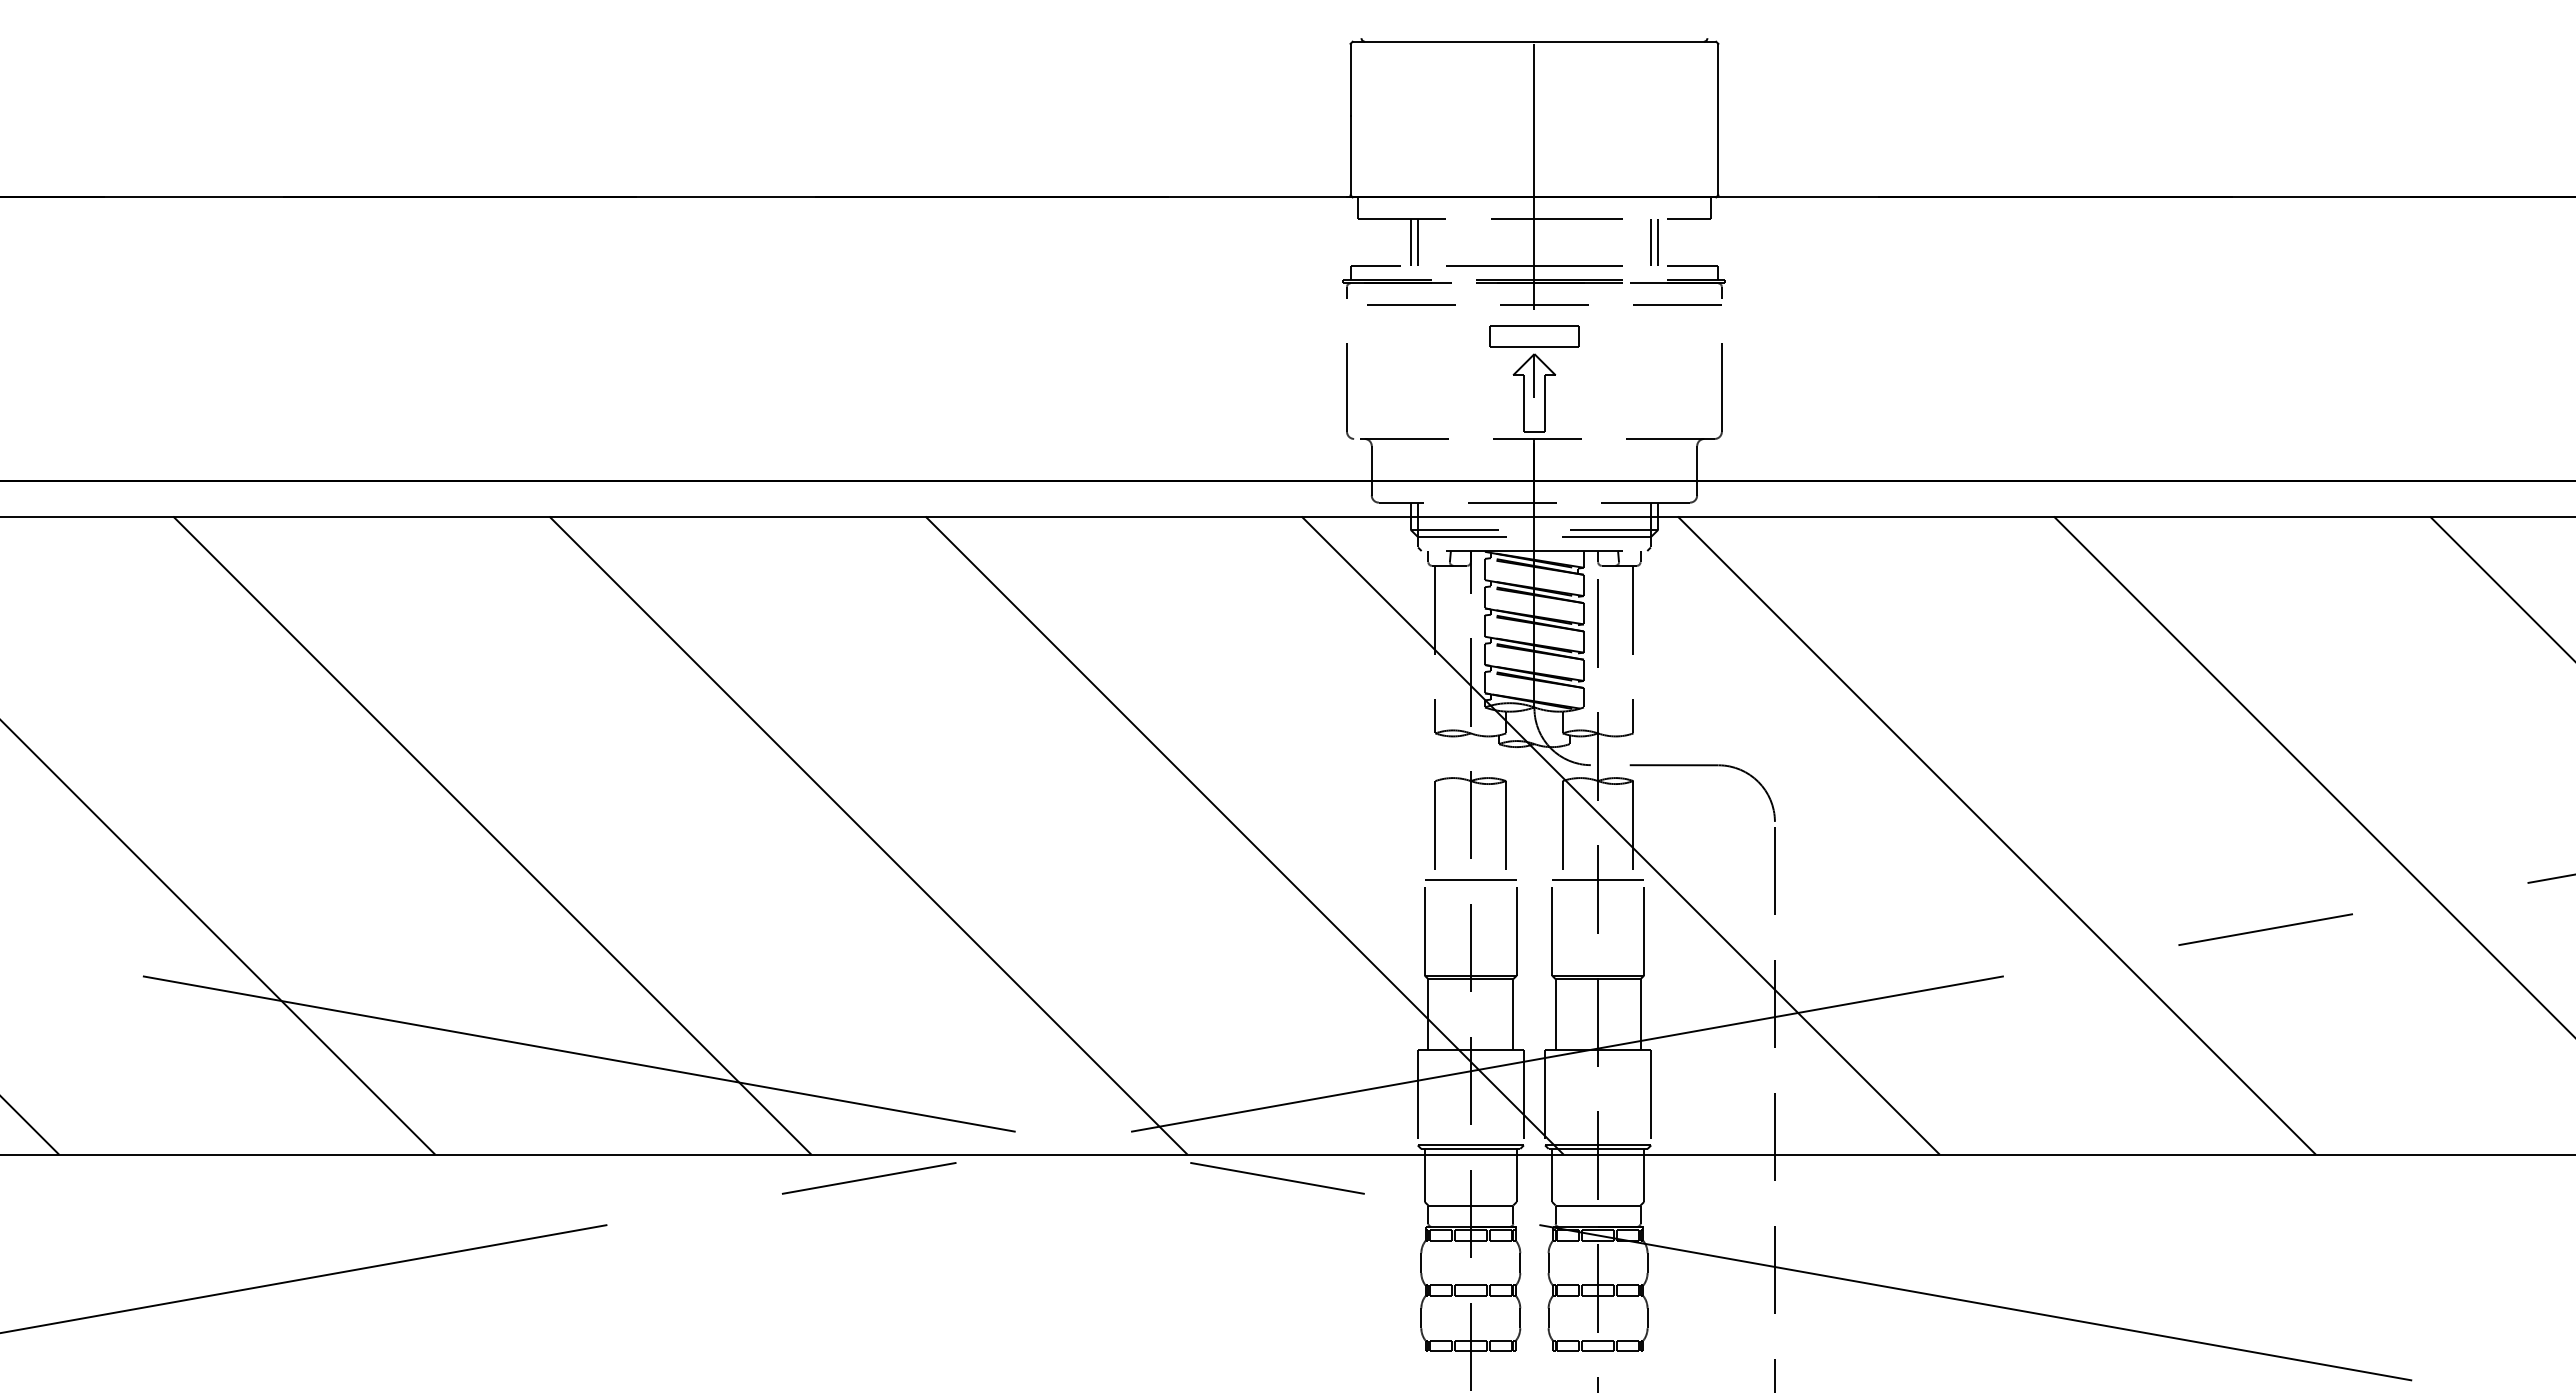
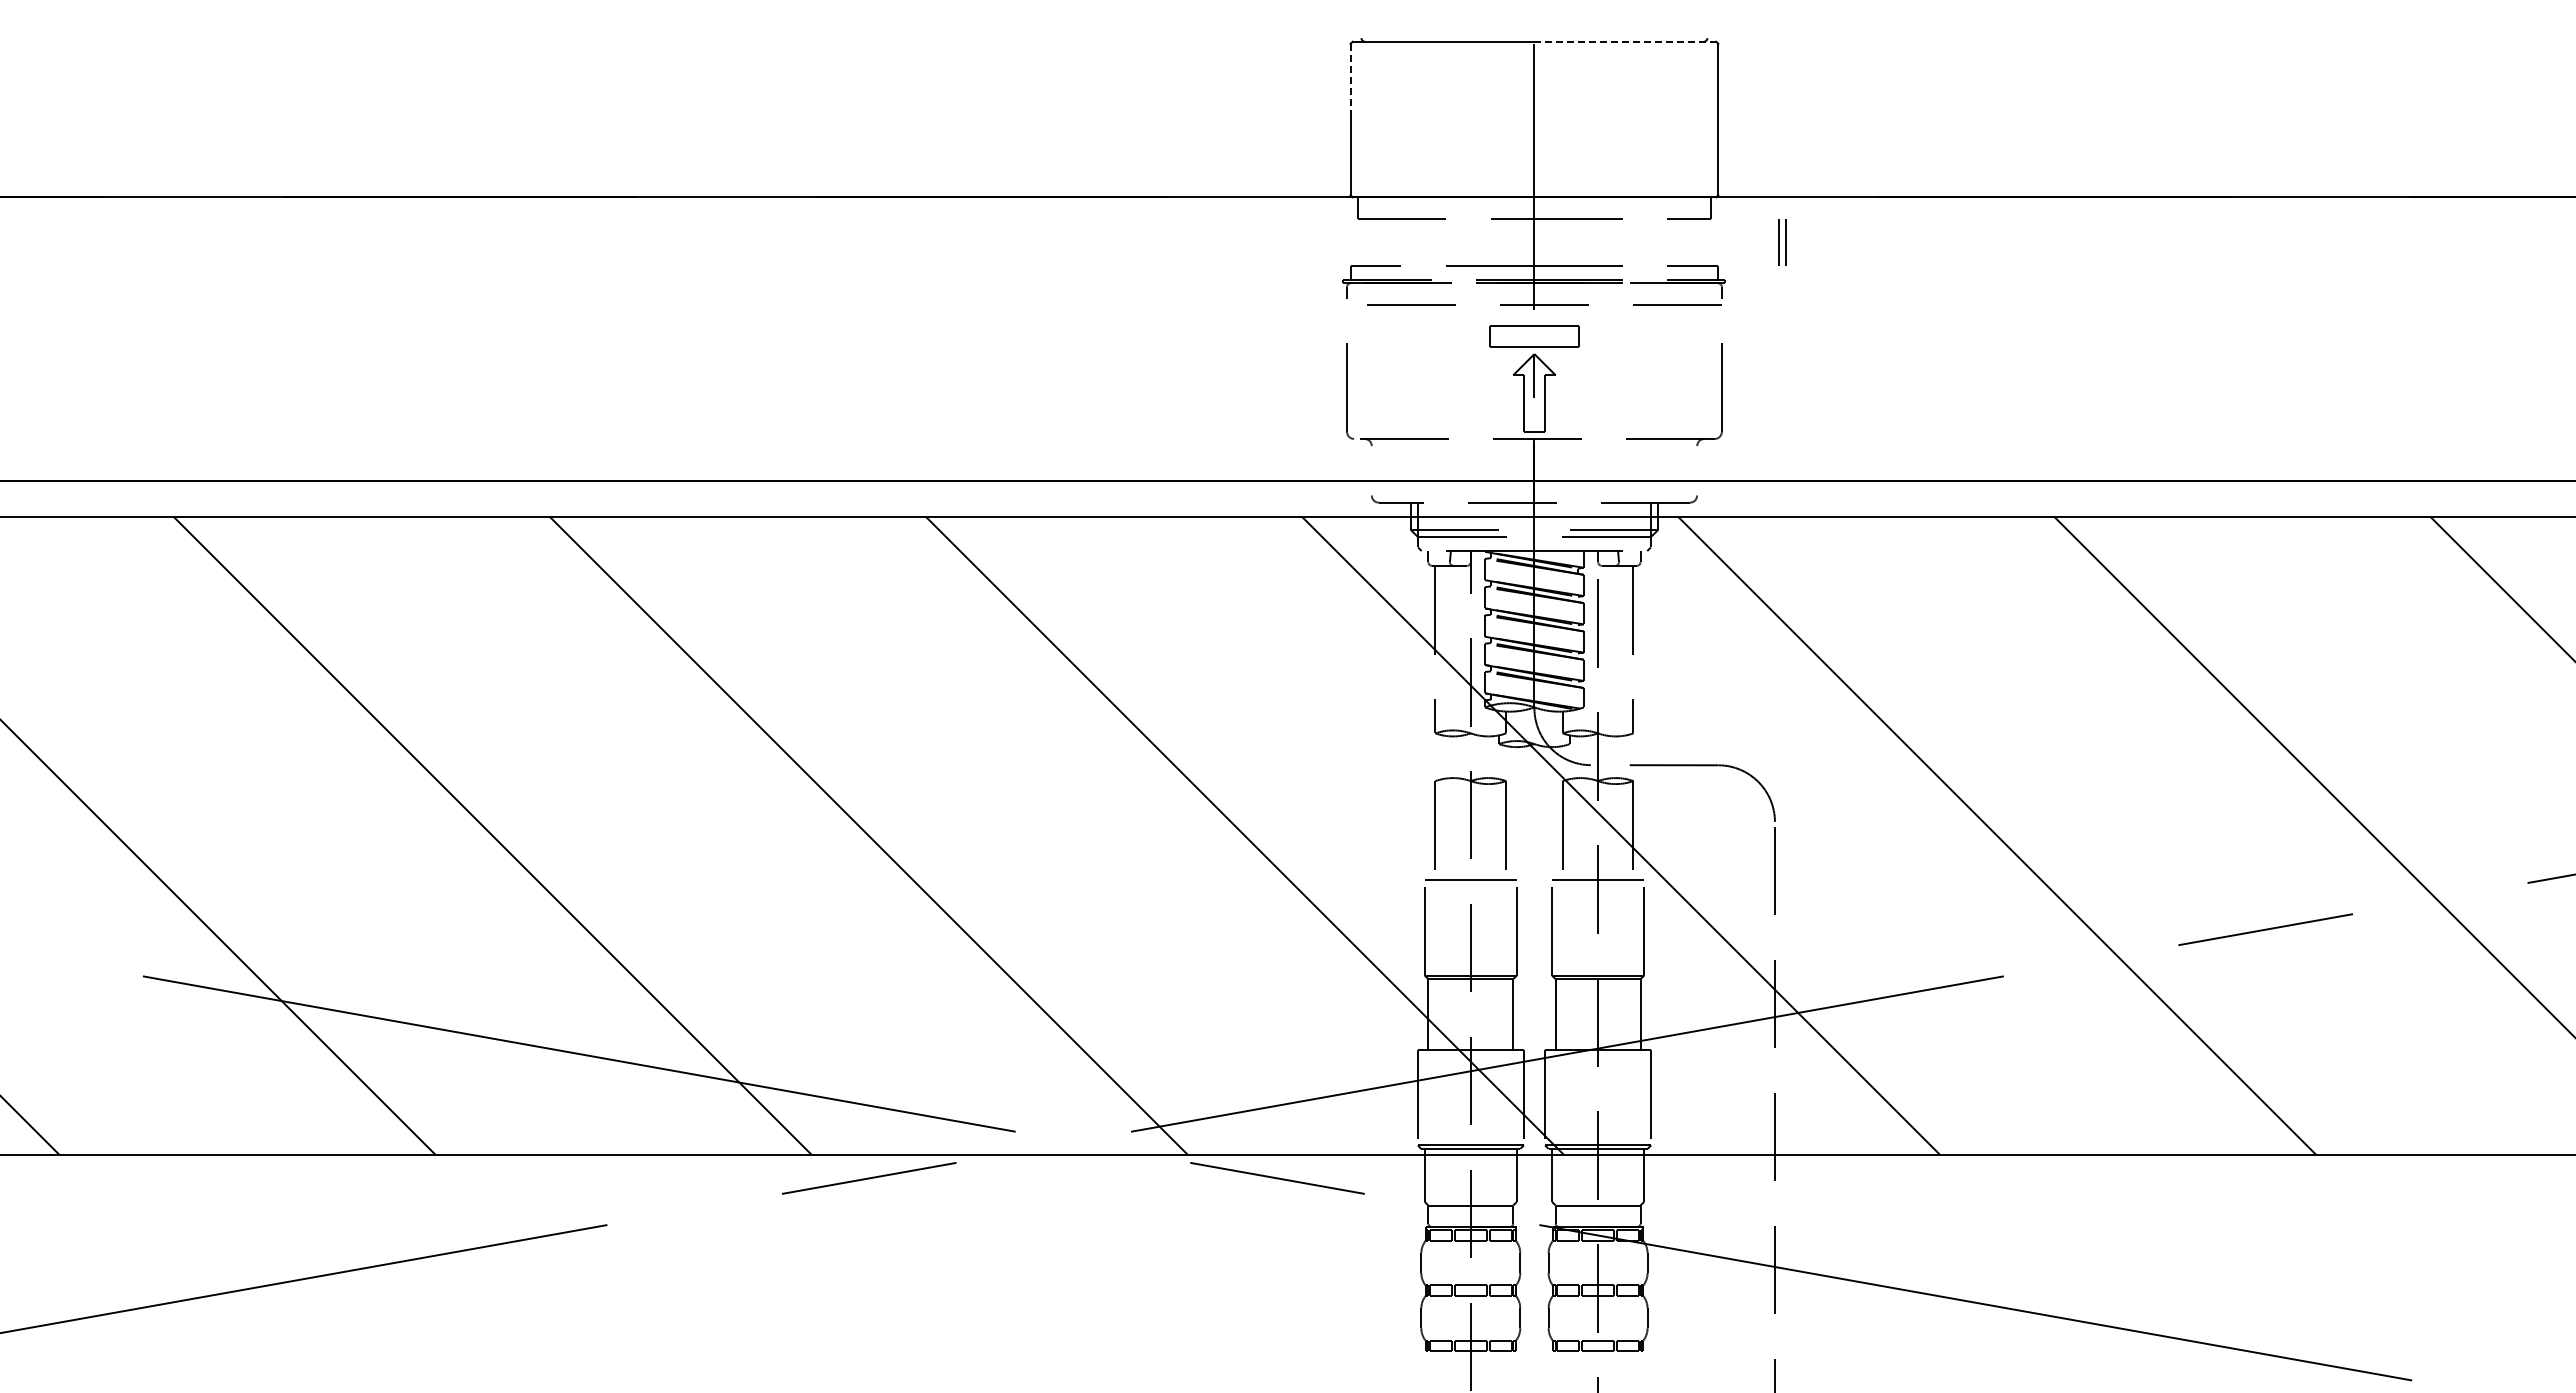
line at (1625, 41): solid -> dashed
line at (1350, 80): solid -> dashed
line at (1410, 241): present -> none
line at (1417, 241): present -> none
part at (1654, 242) position: (1654, 242) -> (1782, 242)
line at (1371, 470): present -> none
line at (1697, 470): present -> none
